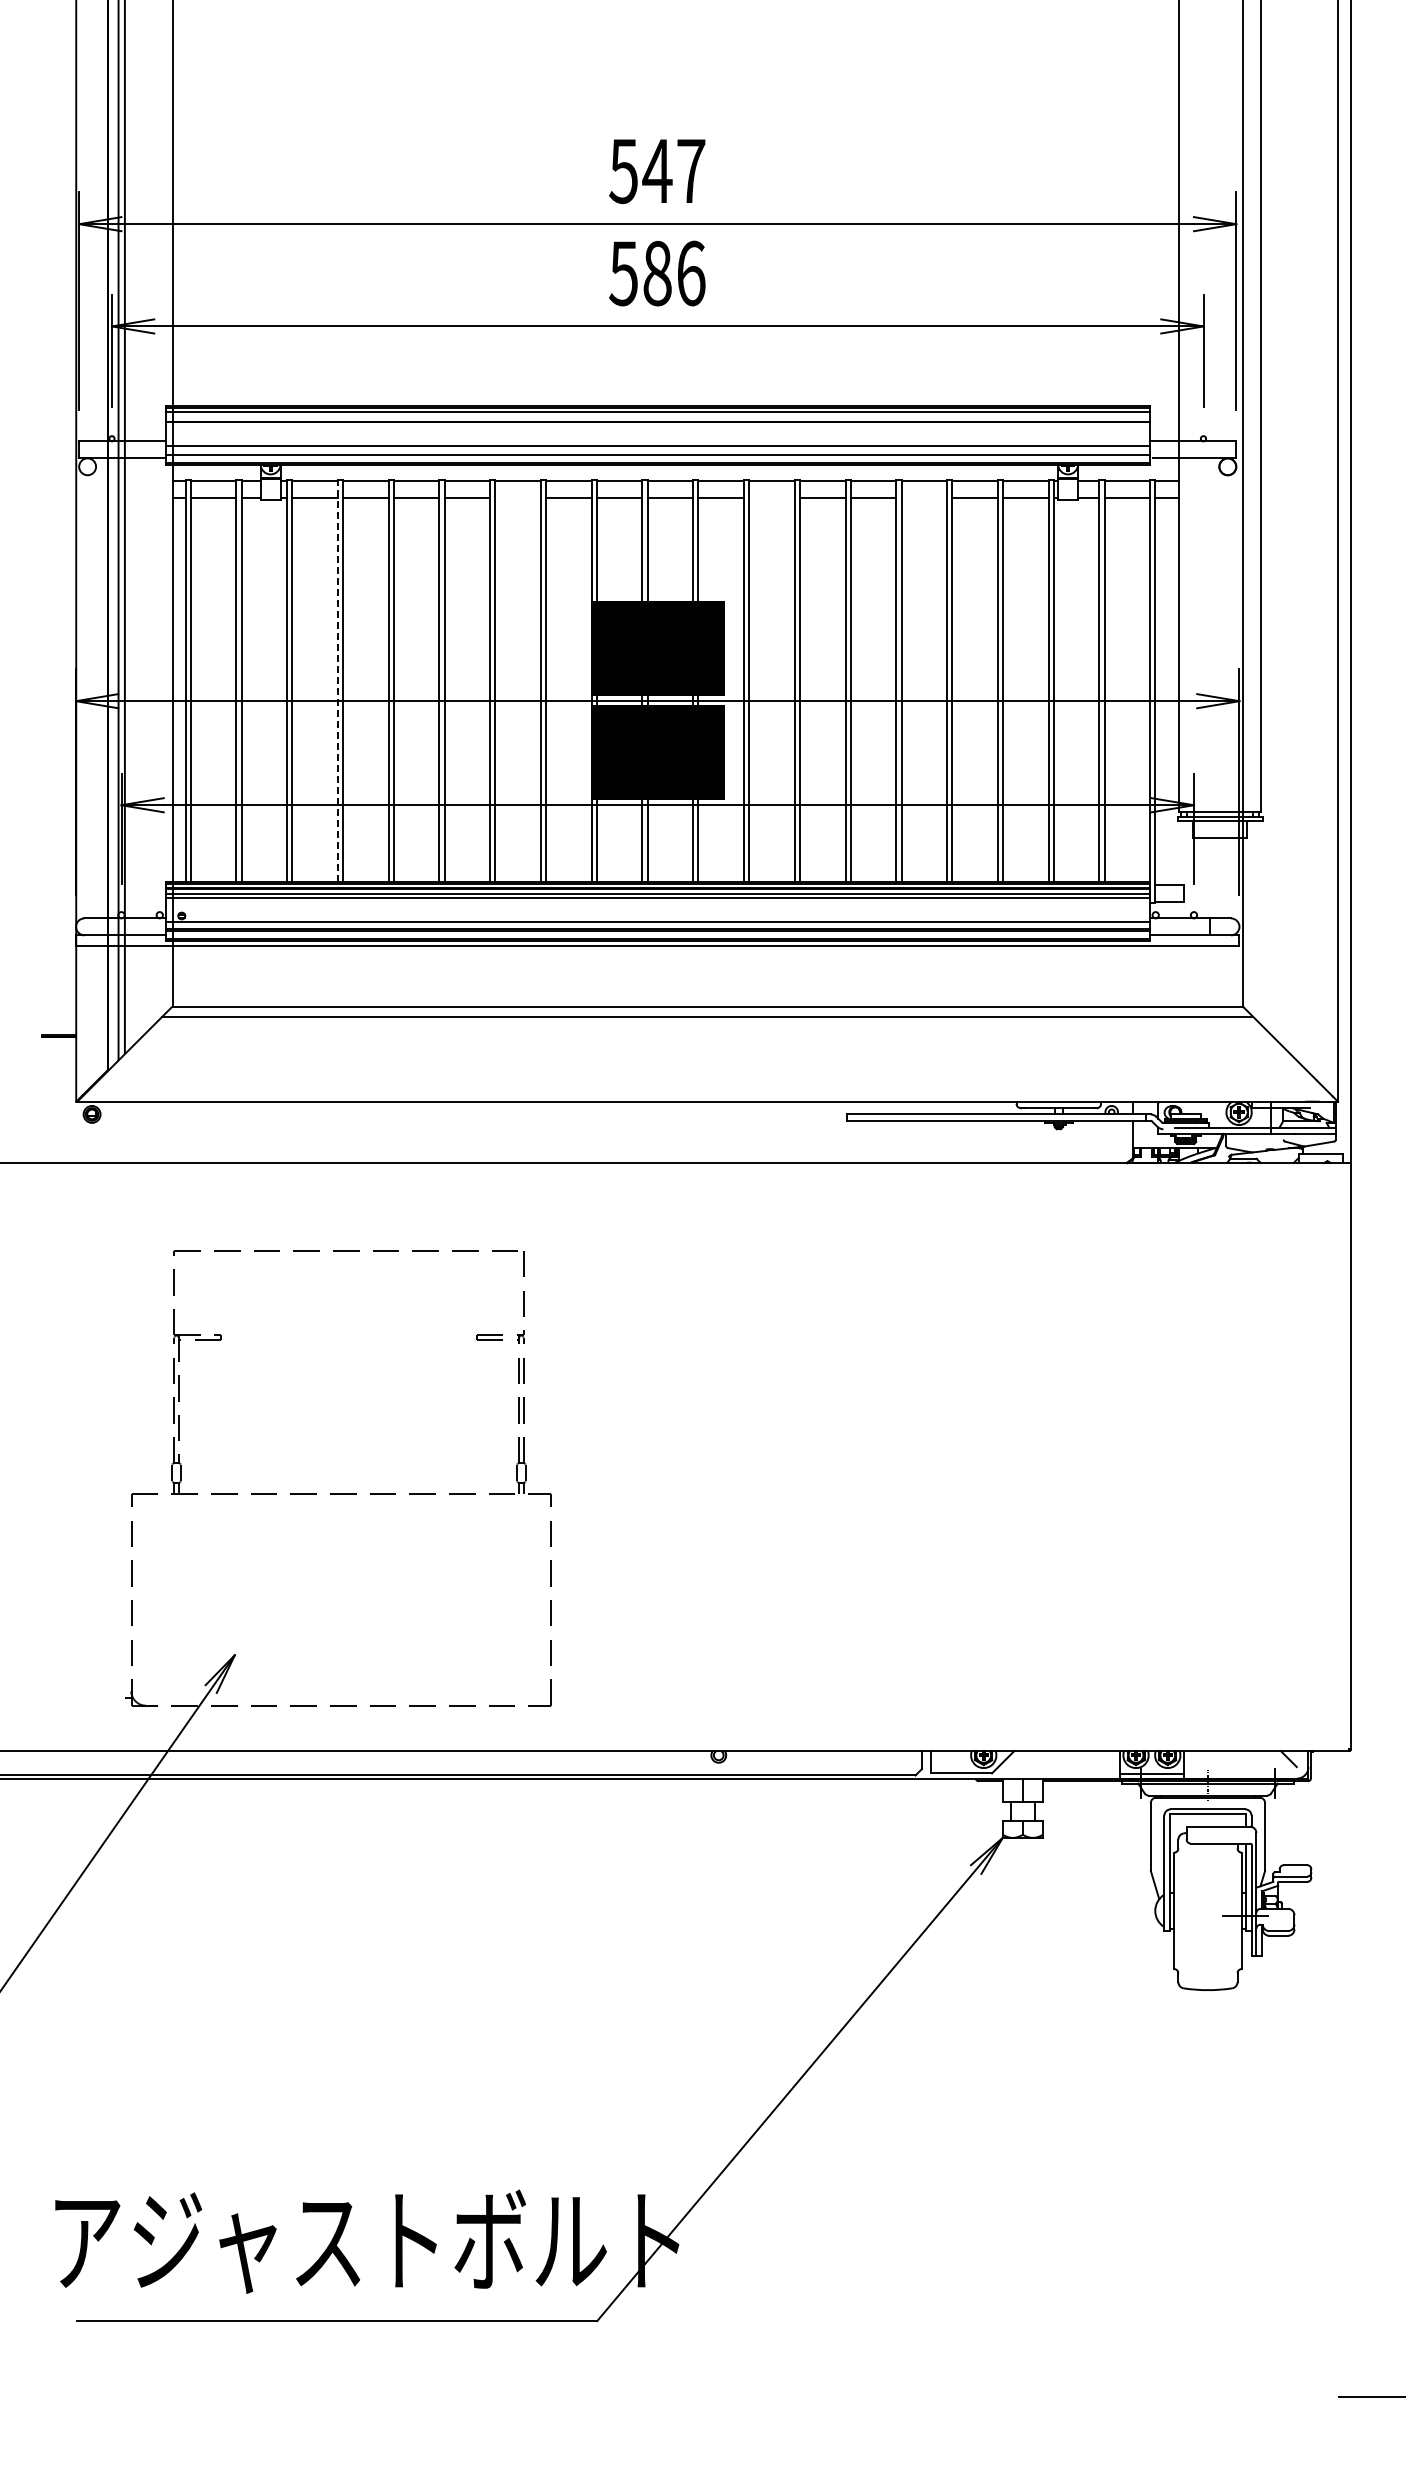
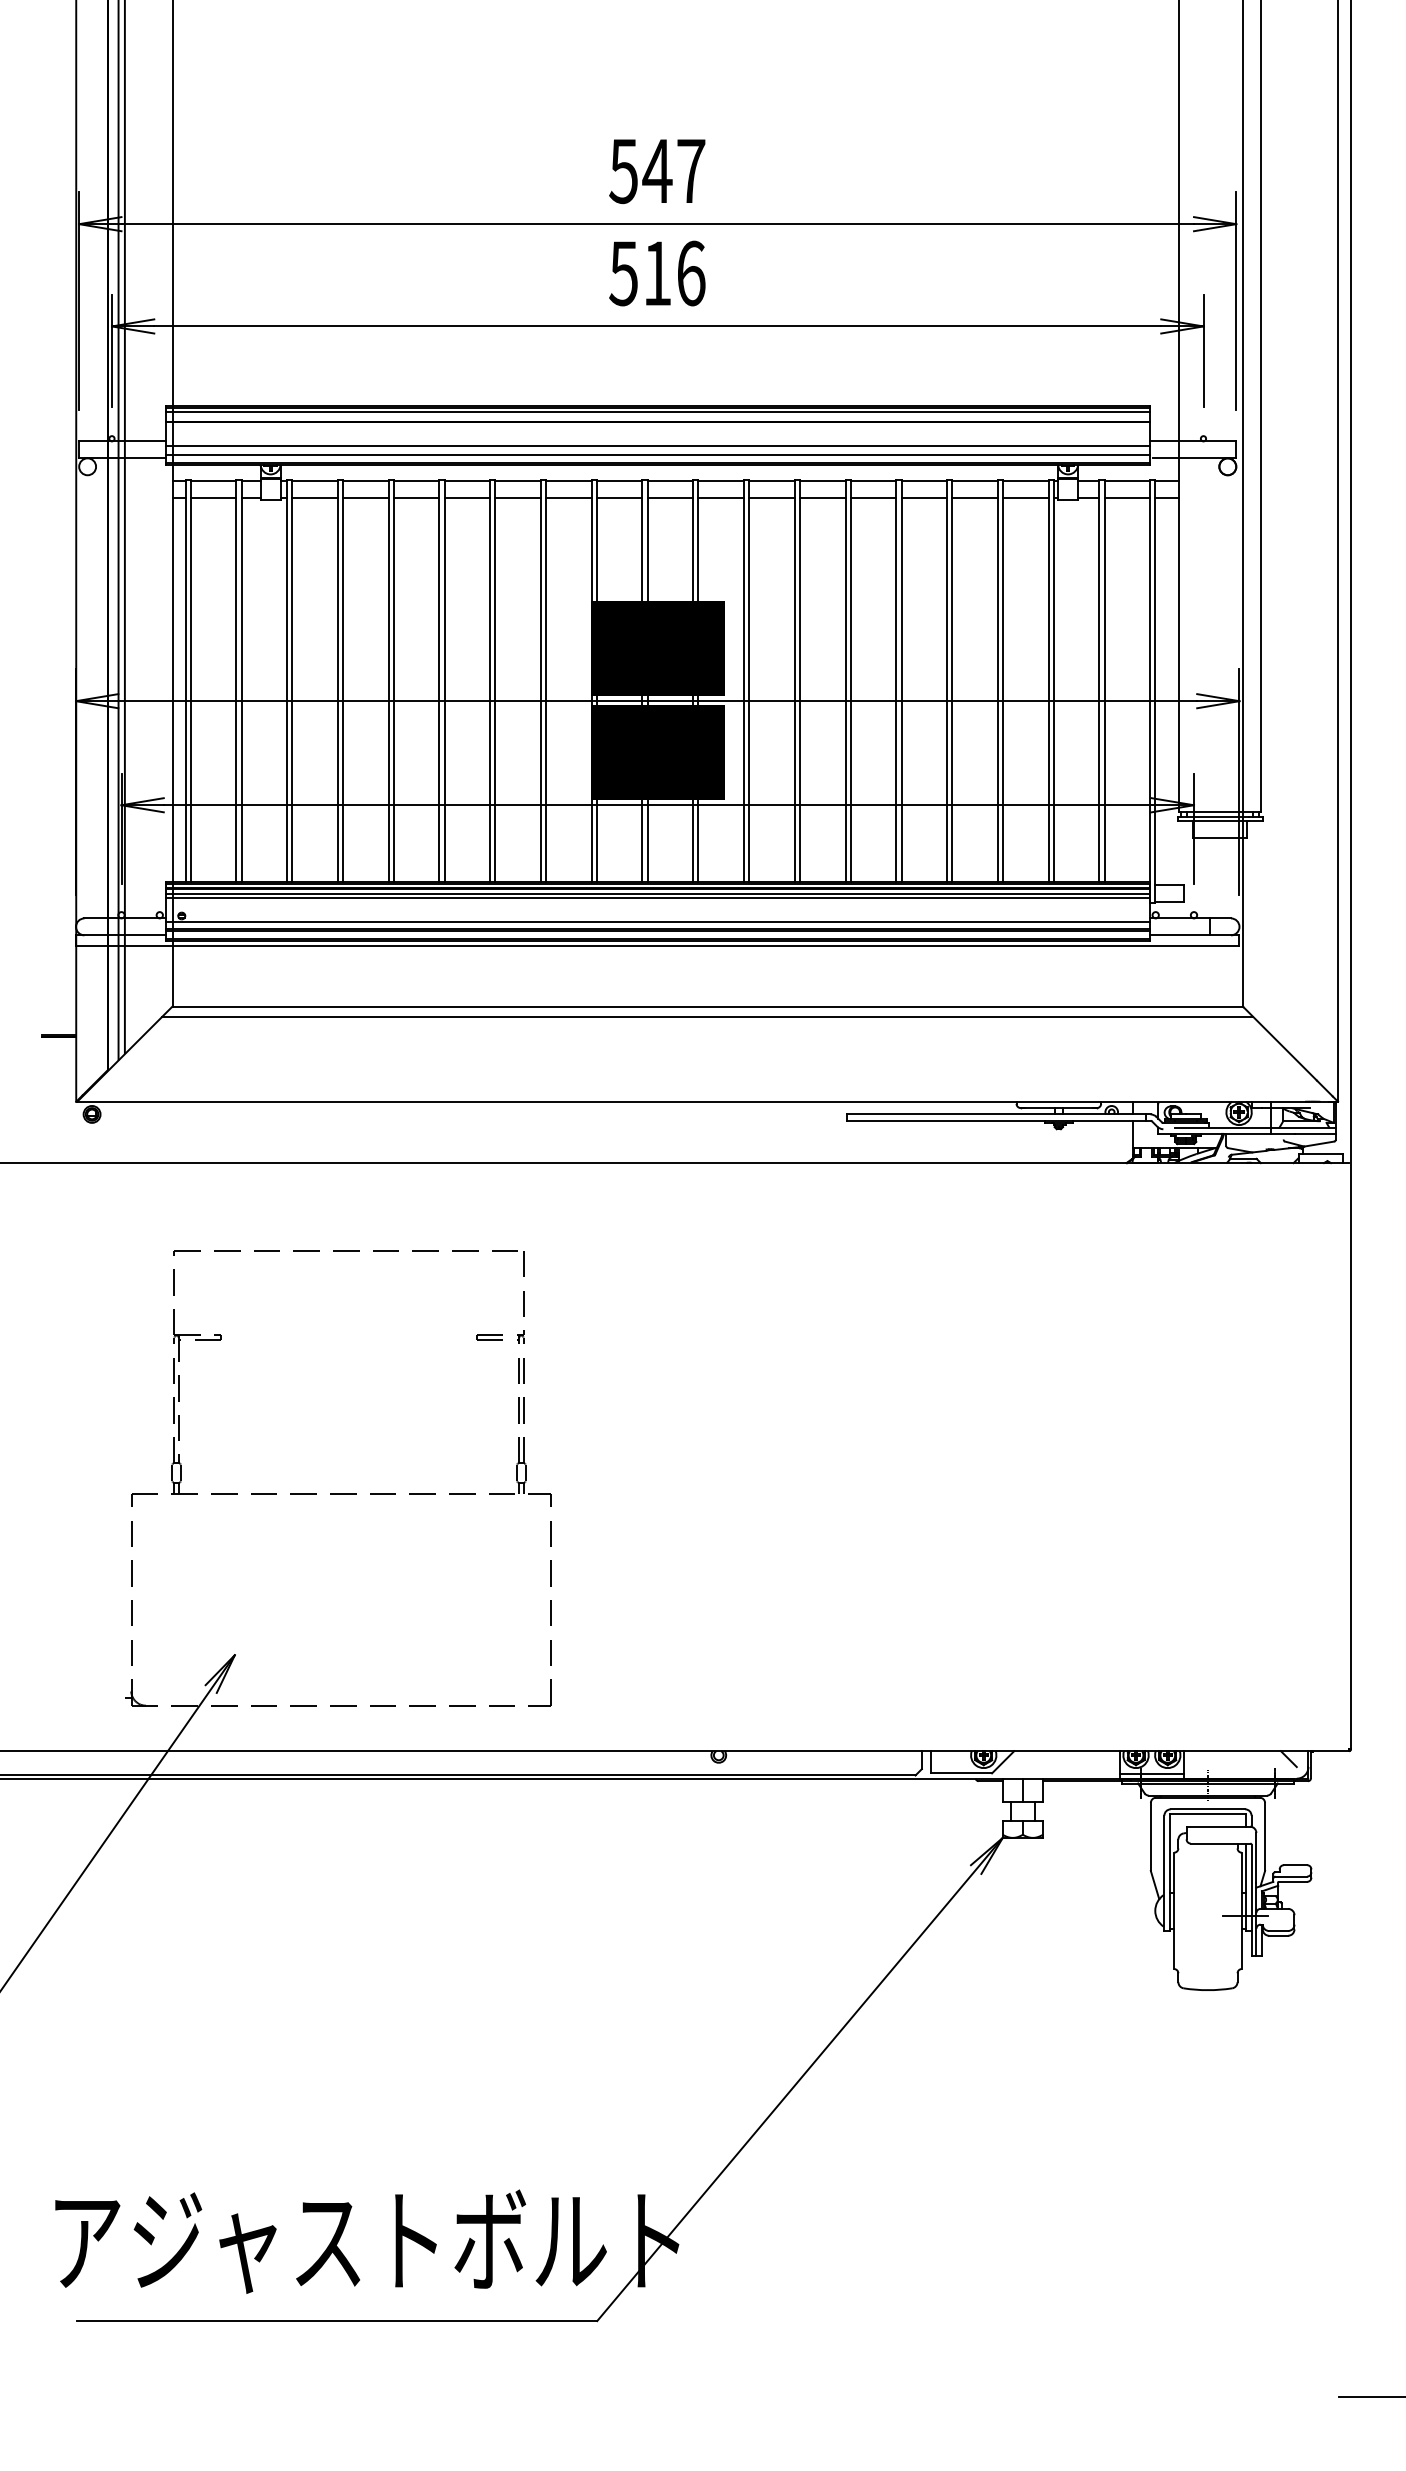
text at (657, 273): 586 -> 516
line at (517, 498): none -> present
line at (771, 498): none -> present
line at (924, 498): none -> present
line at (337, 680): dashed -> solid
